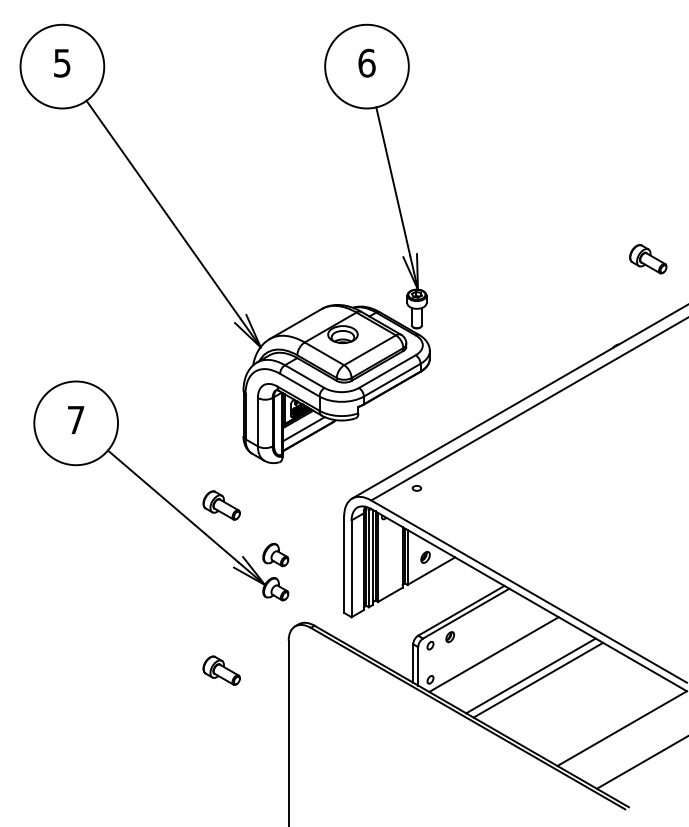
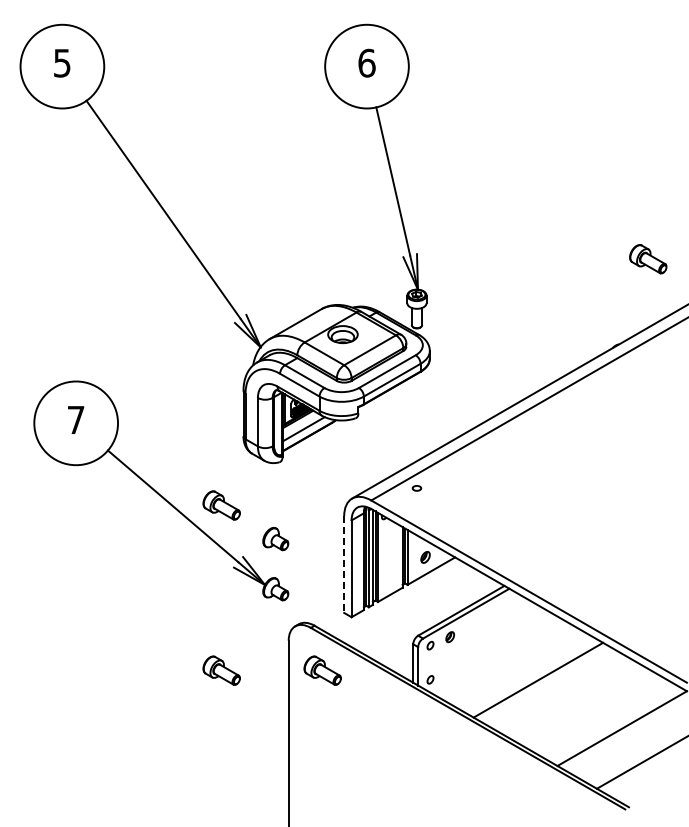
part at (275, 555) position: (275, 555) -> (275, 539)
line at (344, 565): solid -> dashed
line at (493, 654): present -> none
part at (322, 670): none -> present
line at (530, 675): present -> none
